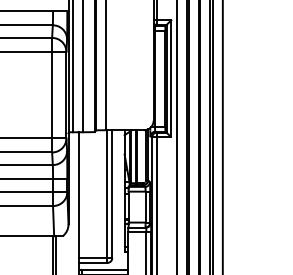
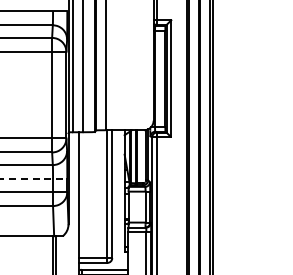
line at (177, 136): present -> none
line at (222, 136): present -> none
line at (34, 179): solid -> dashed
